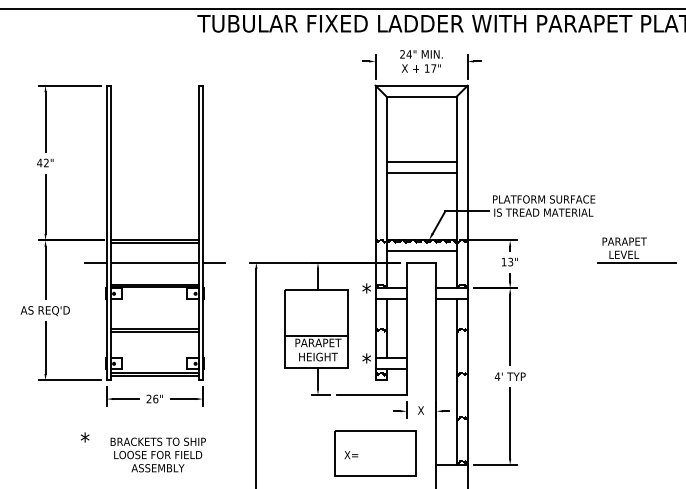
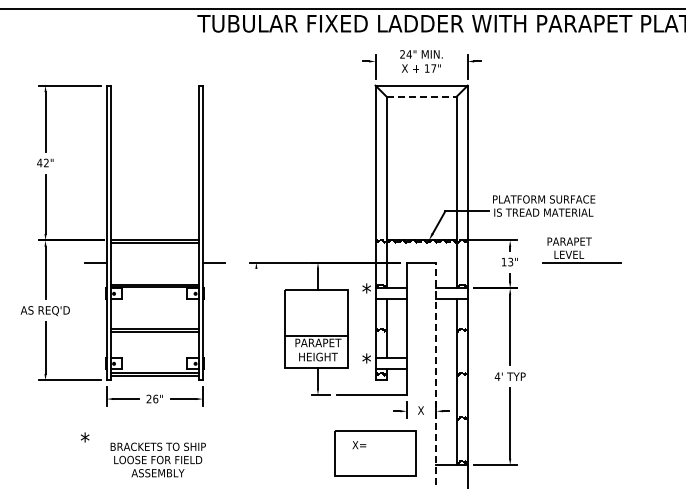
line at (422, 96): solid -> dashed
line at (421, 162): present -> none
line at (421, 173): present -> none
part at (636, 250) position: (636, 250) -> (581, 250)
line at (421, 251): present -> none
line at (154, 262): present -> none
line at (436, 375): solid -> dashed
line at (256, 376): present -> none
text at (157, 454) position: (157, 454) -> (157, 459)
text at (351, 455) position: (351, 455) -> (359, 445)
